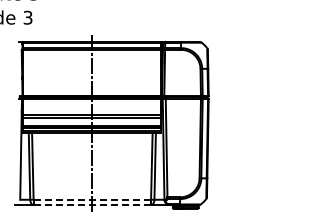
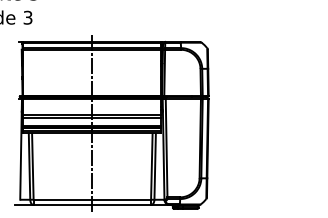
line at (92, 199): dashed -> solid
line at (92, 205): dashed -> solid
